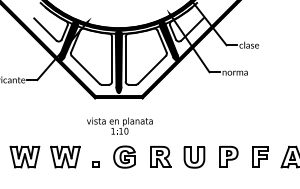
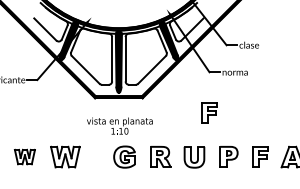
part at (209, 112): none -> present
part at (24, 156) size: 32x24 px -> 22x18 px
part at (95, 164): present -> none
